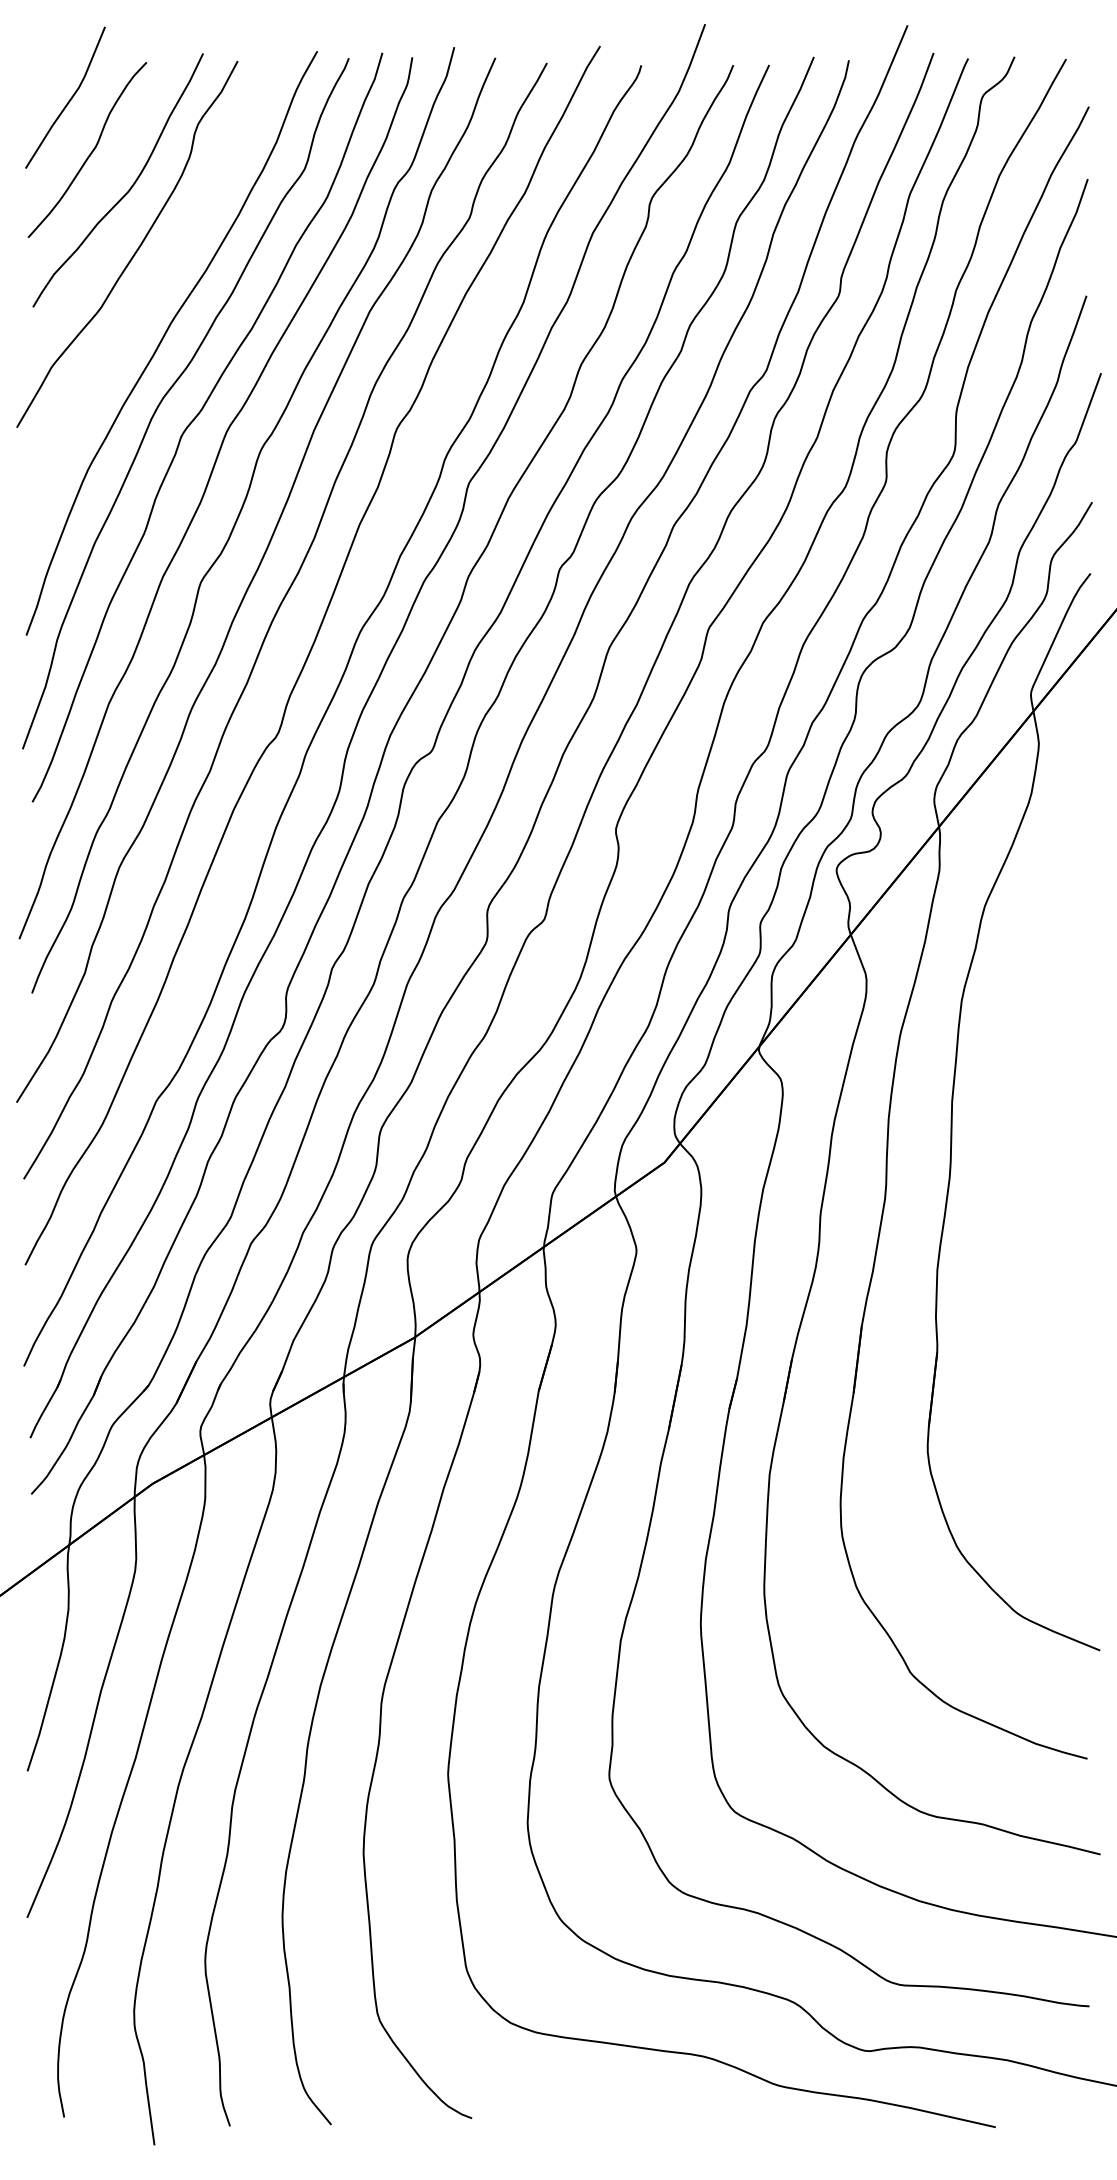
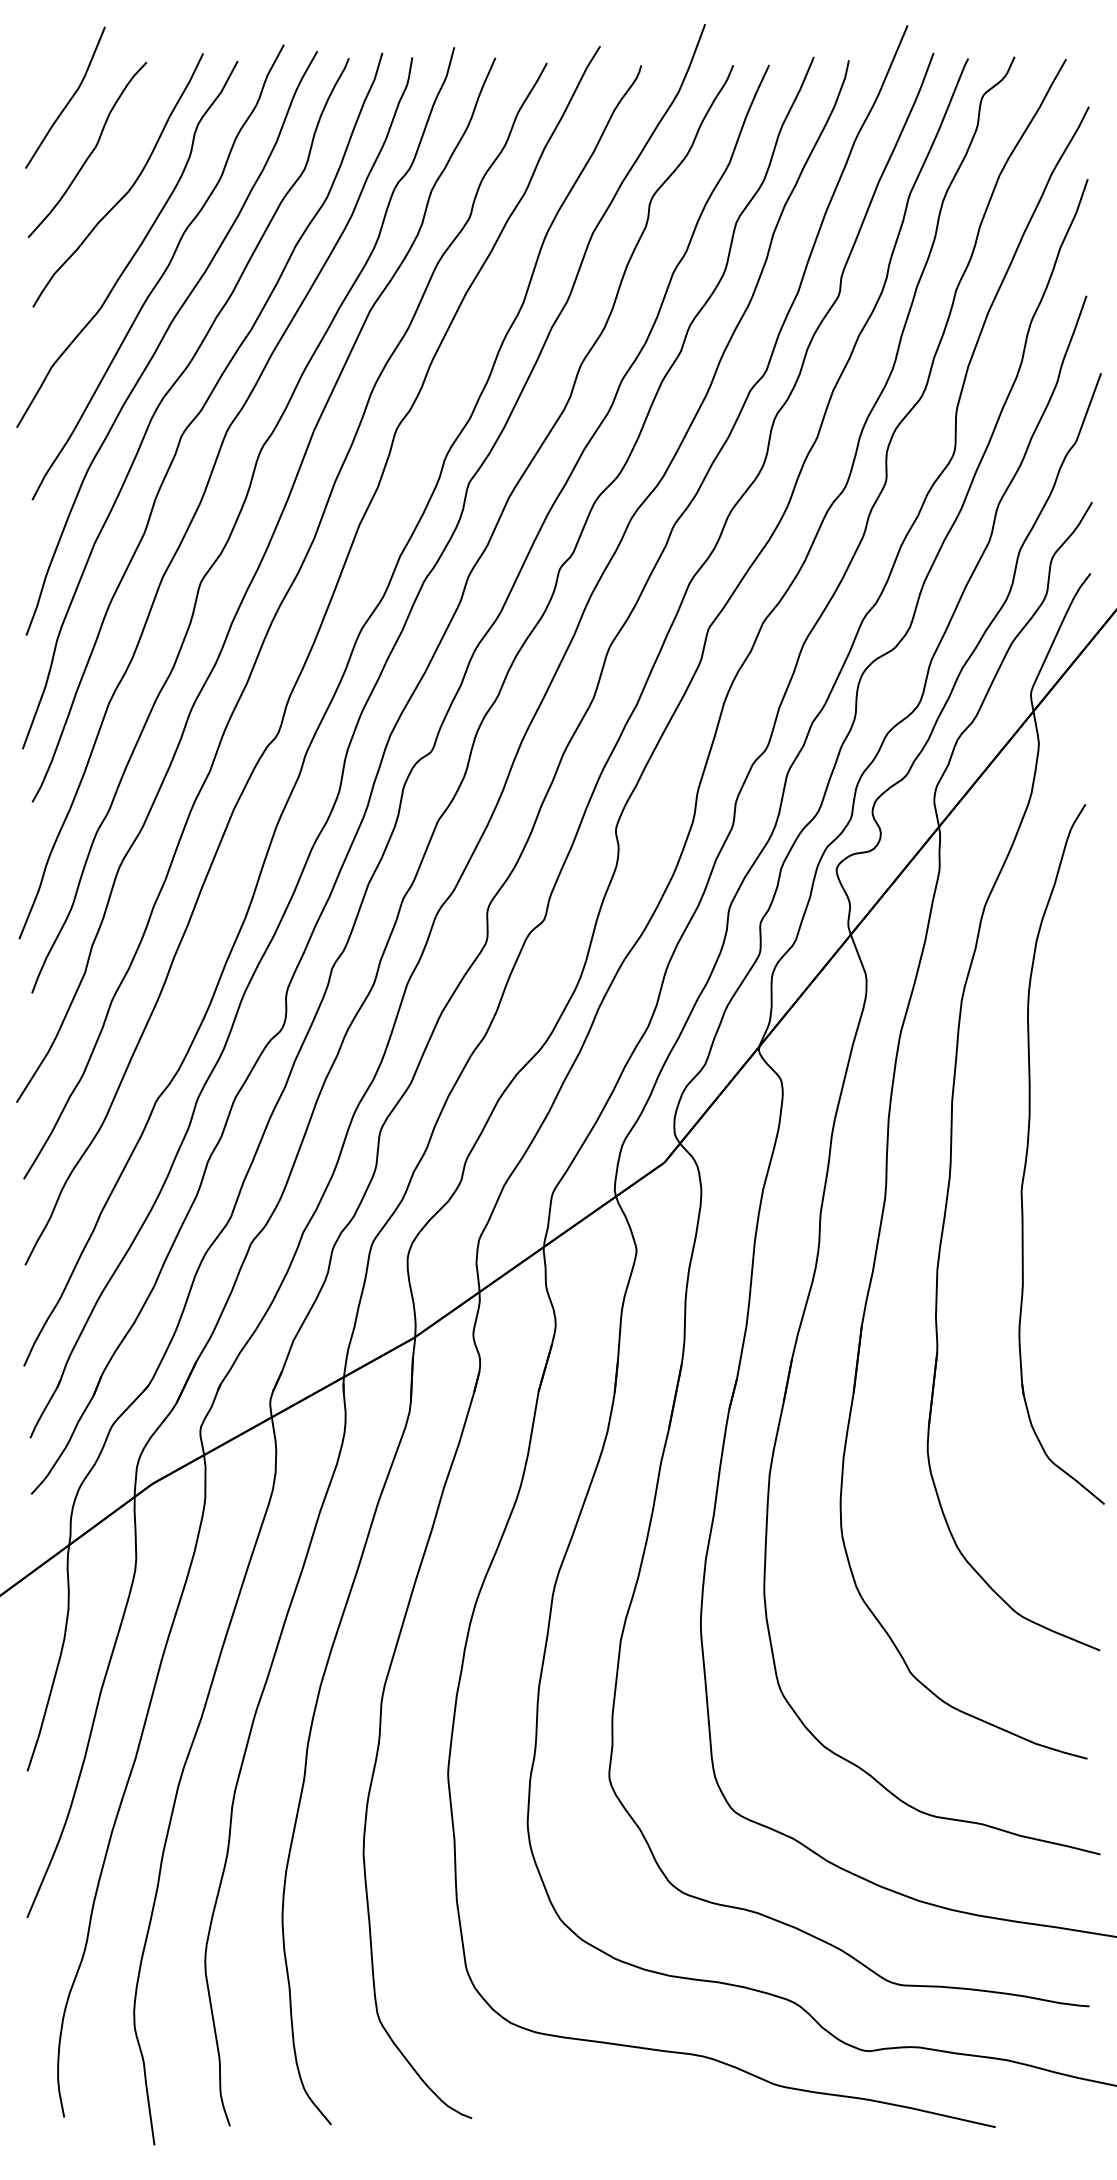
curve at (161, 275): none -> present
part at (1028, 1149): none -> present
